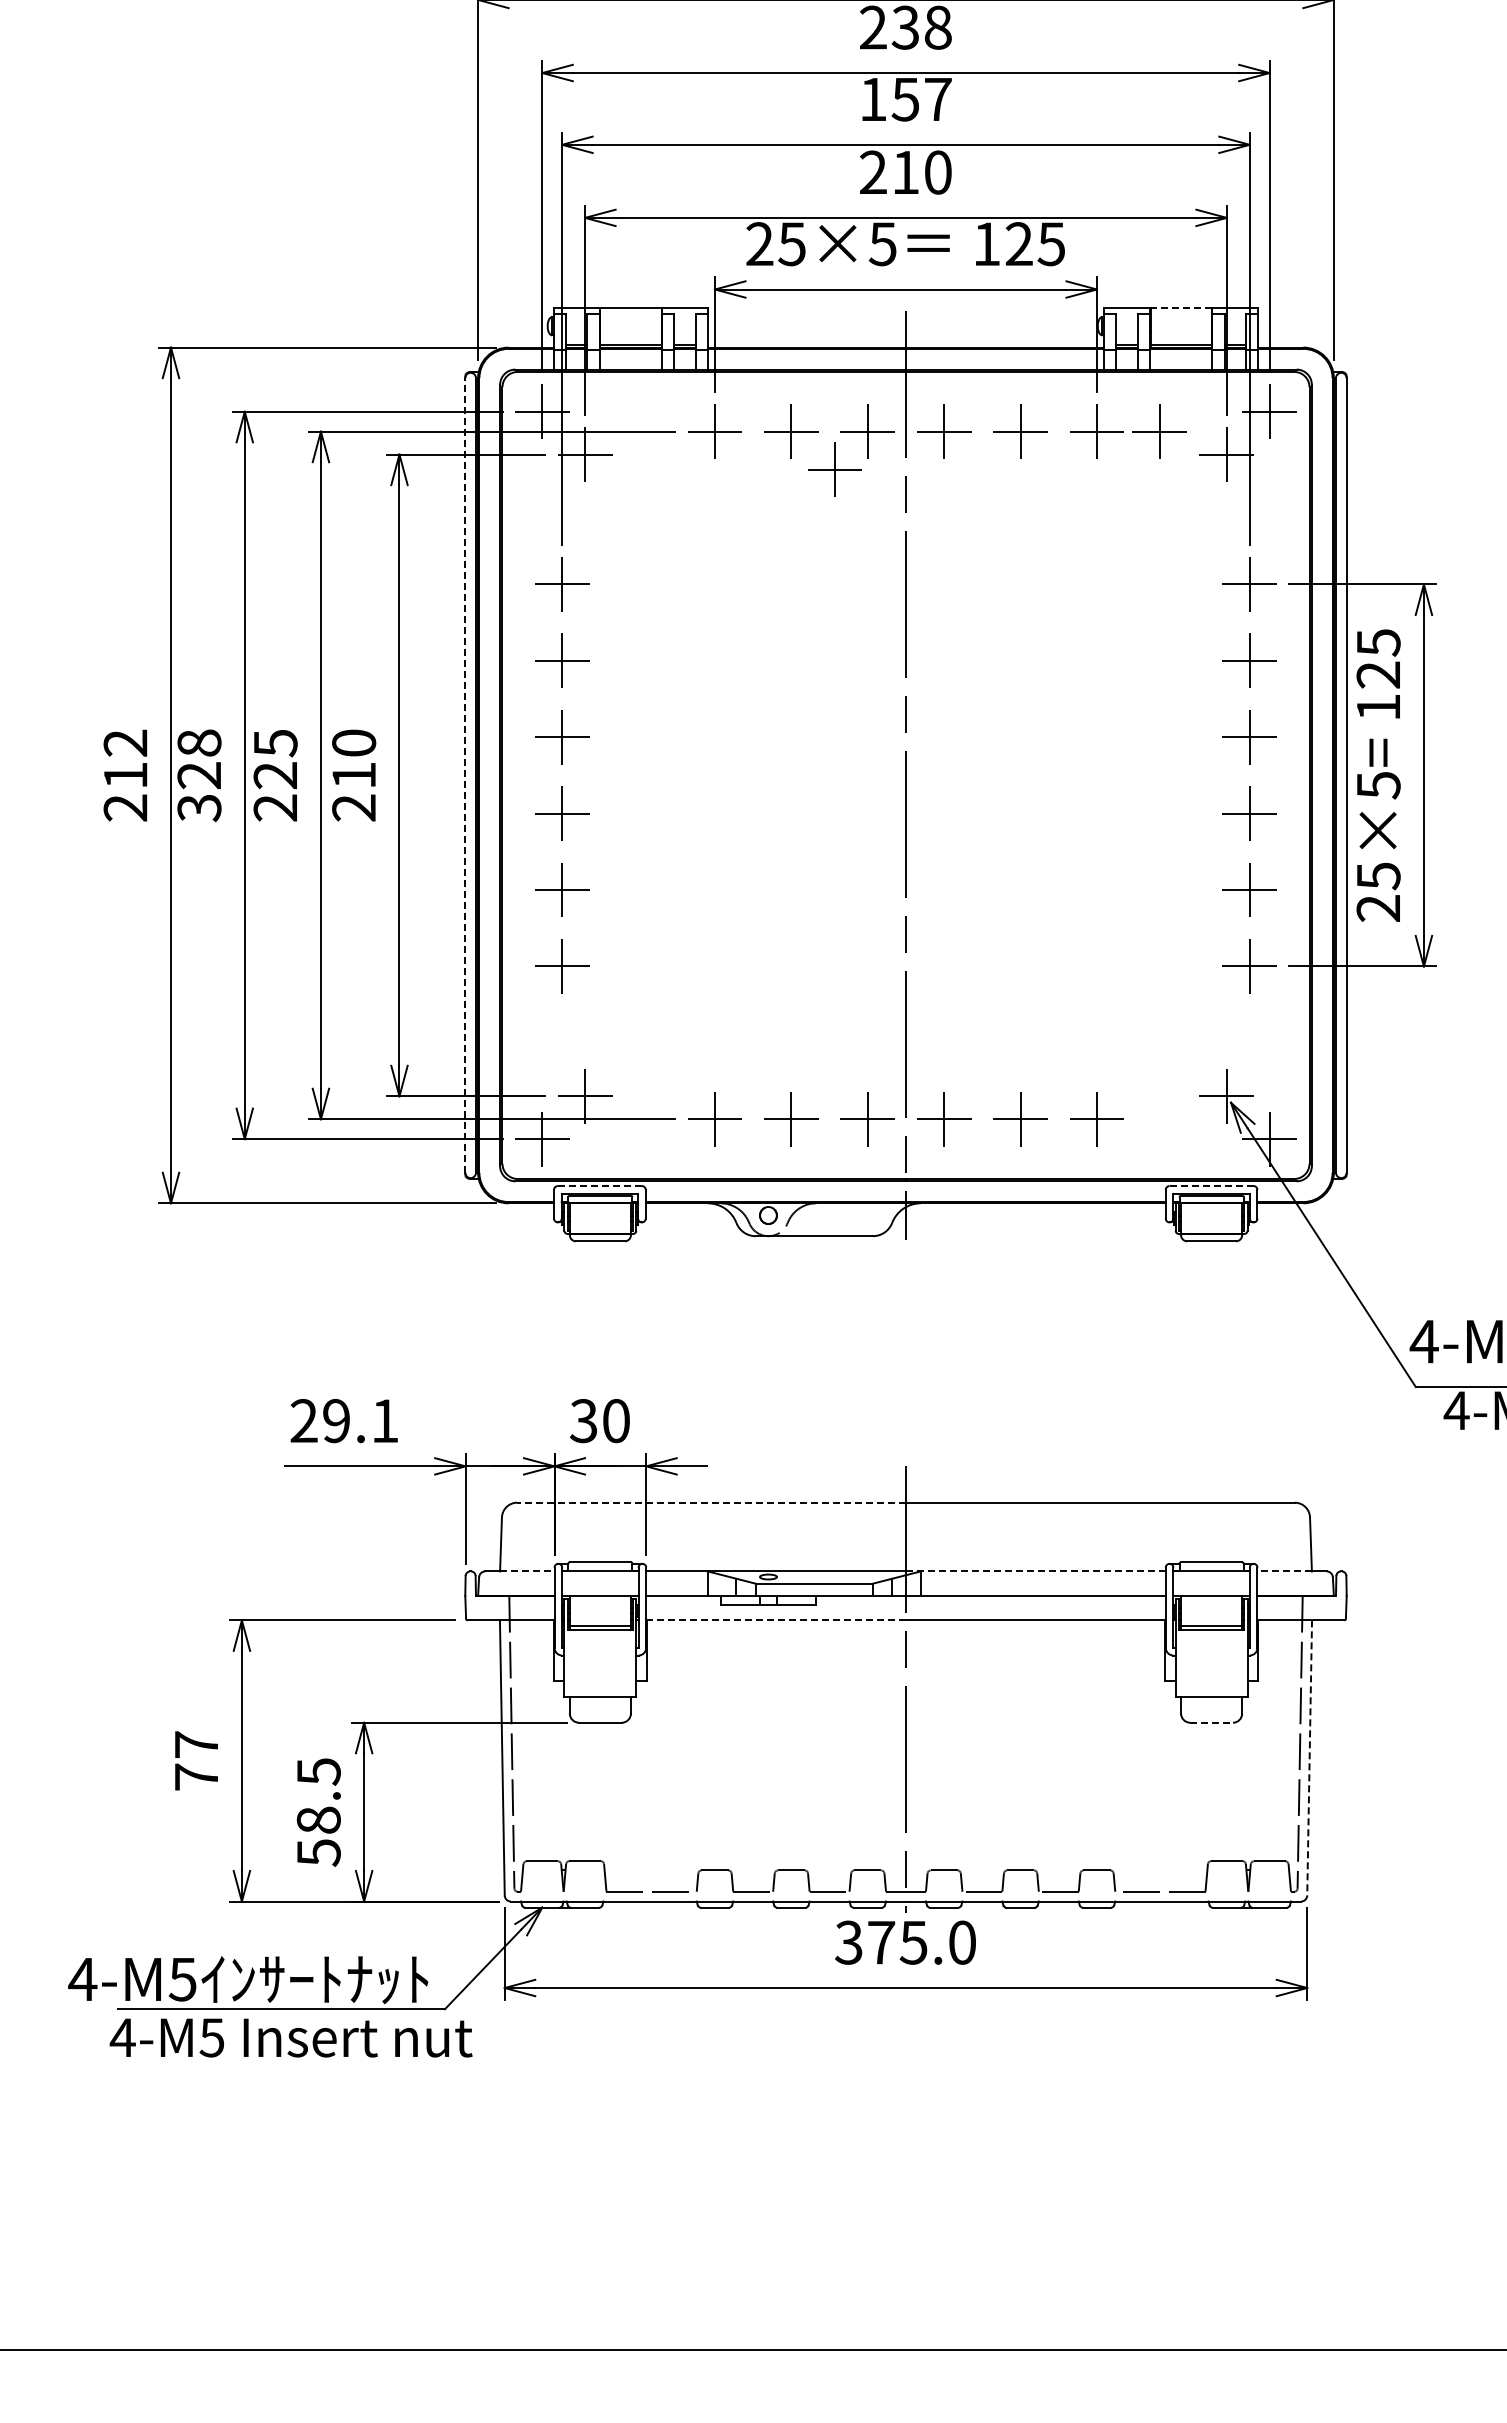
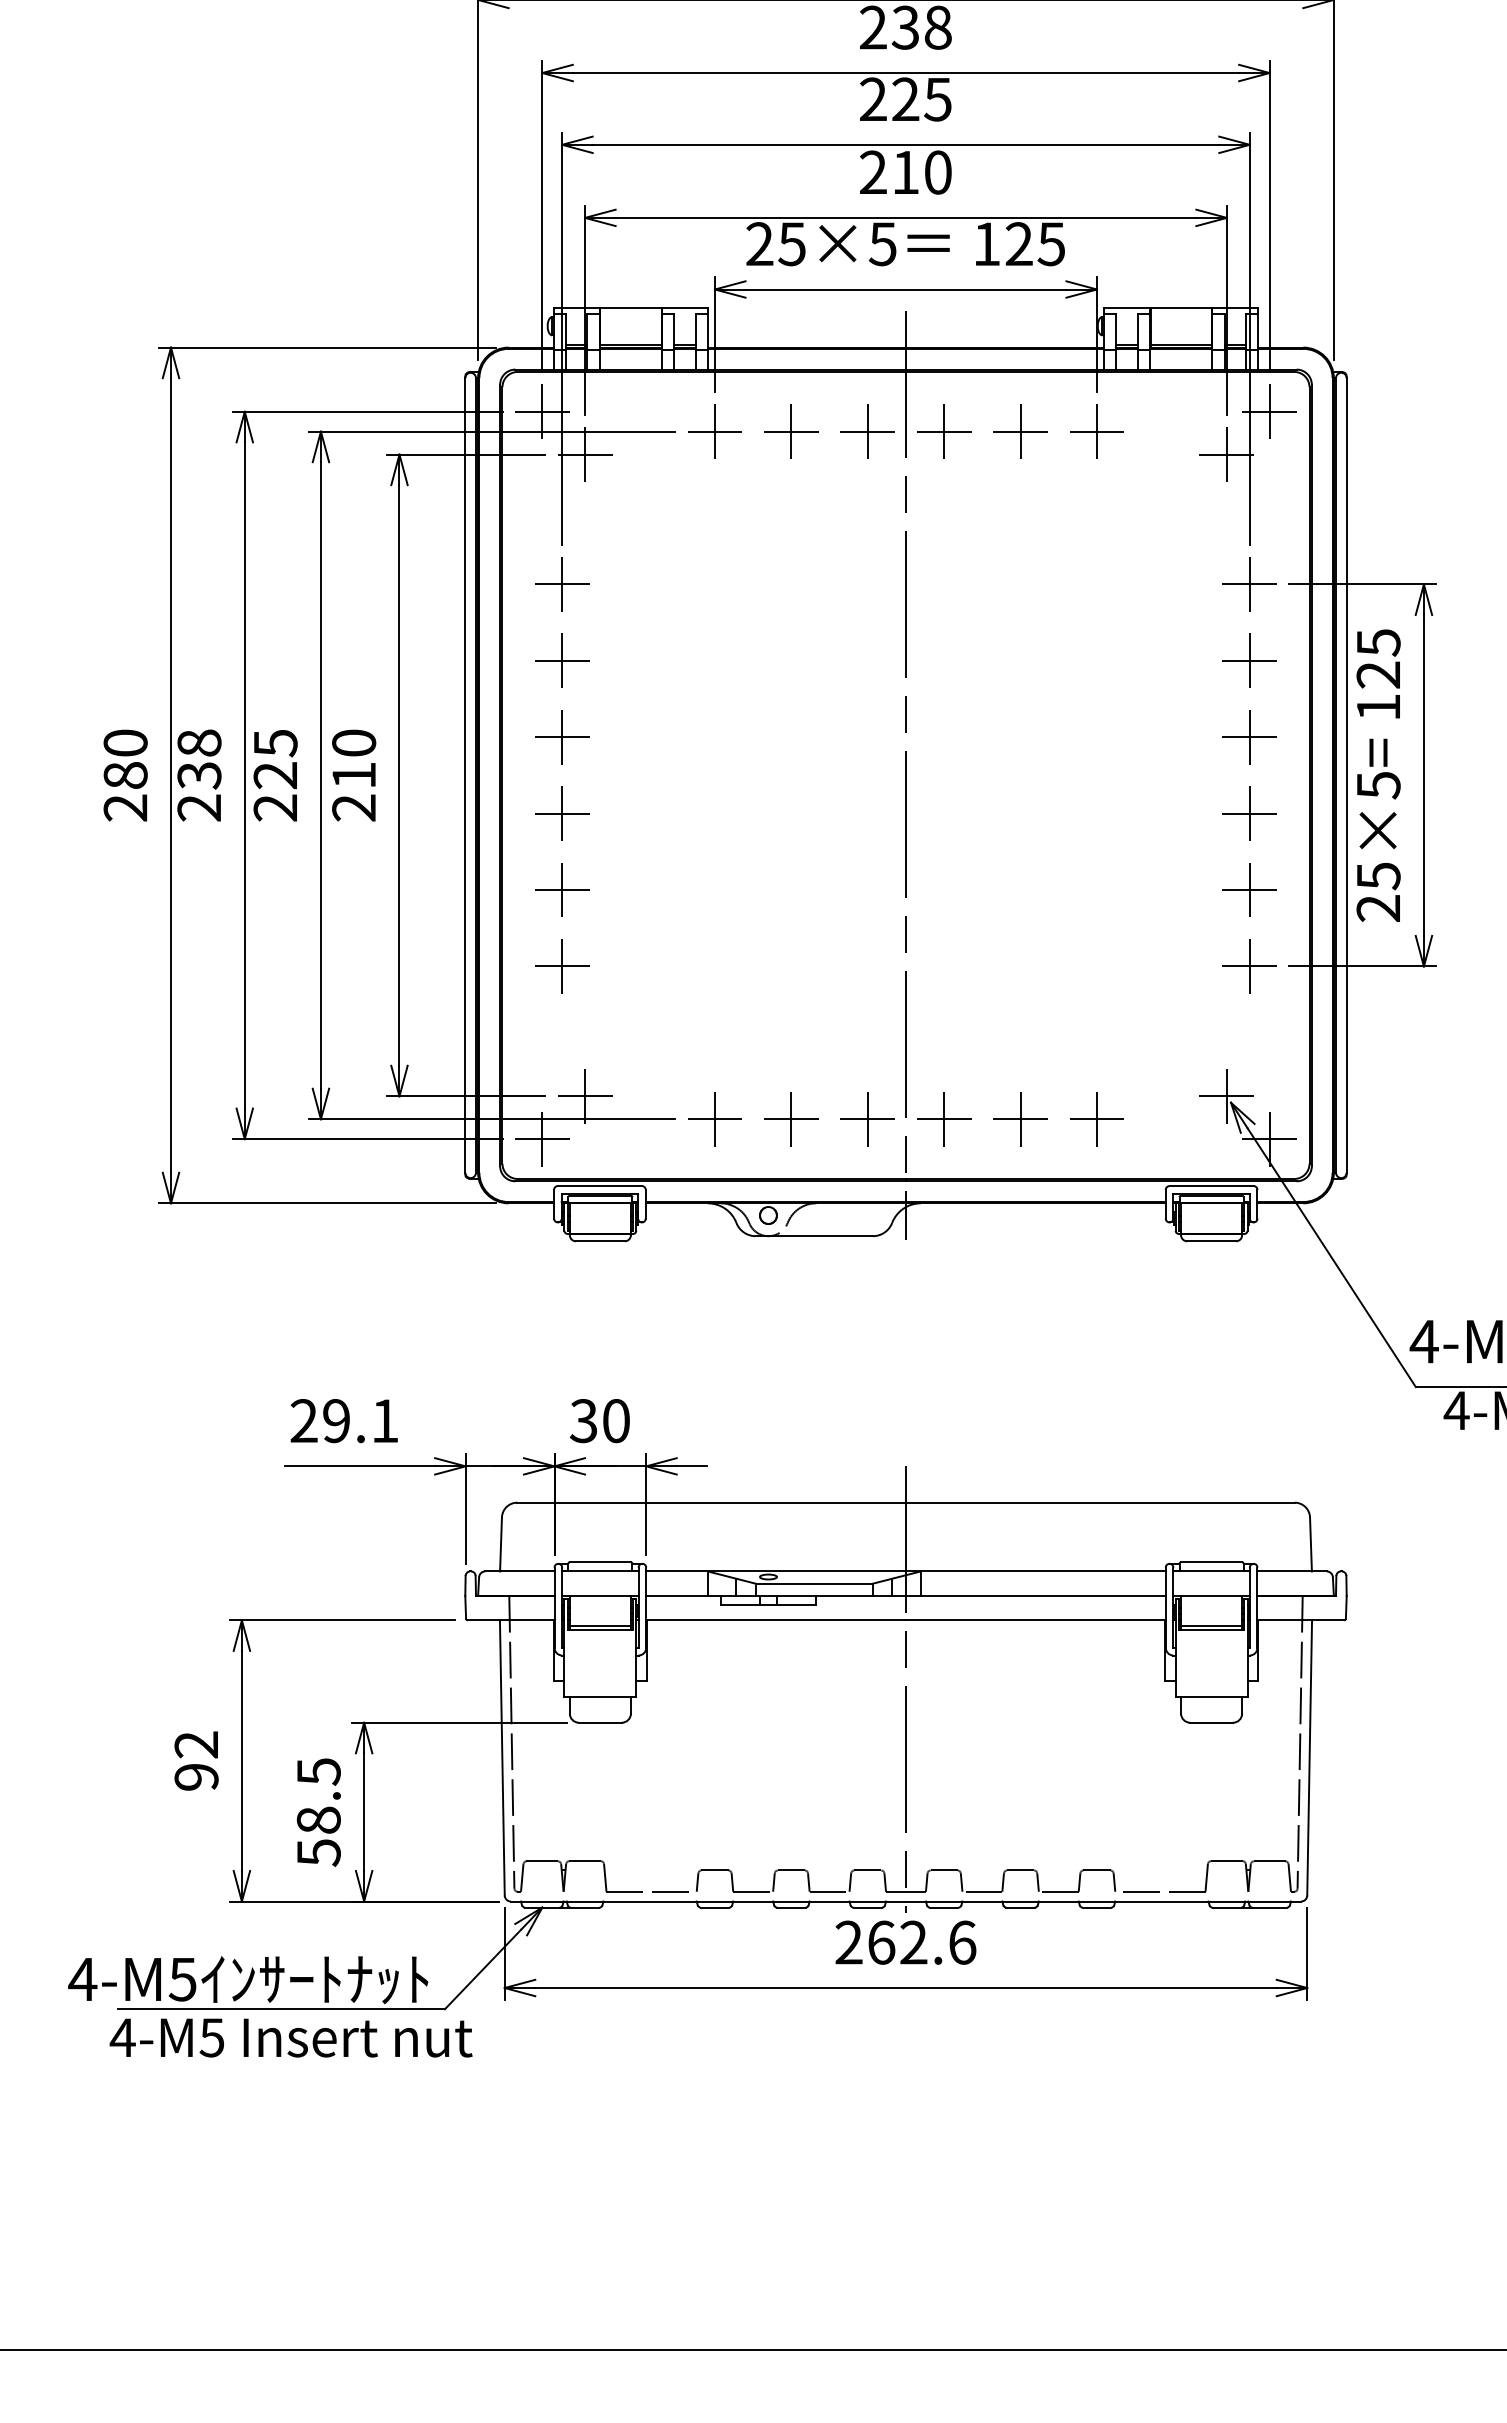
text at (905, 99): 157 -> 225
line at (1181, 307): dashed -> solid
part at (1159, 431): present -> none
part at (834, 469): present -> none
text at (125, 758): 212 -> 280
line at (465, 774): dashed -> solid
text at (199, 792): 328 -> 238
line at (600, 1186): dashed -> solid
line at (1211, 1186): dashed -> solid
line at (711, 1502): dashed -> solid
line at (527, 1571): dashed -> solid
line at (1035, 1571): dashed -> solid
line at (1284, 1571): dashed -> solid
line at (776, 1620): dashed -> solid
line at (1212, 1722): dashed -> solid
line at (1309, 1757): dashed -> solid
text at (196, 1760): 77 -> 92
text at (905, 1942): 375.0 -> 262.6
